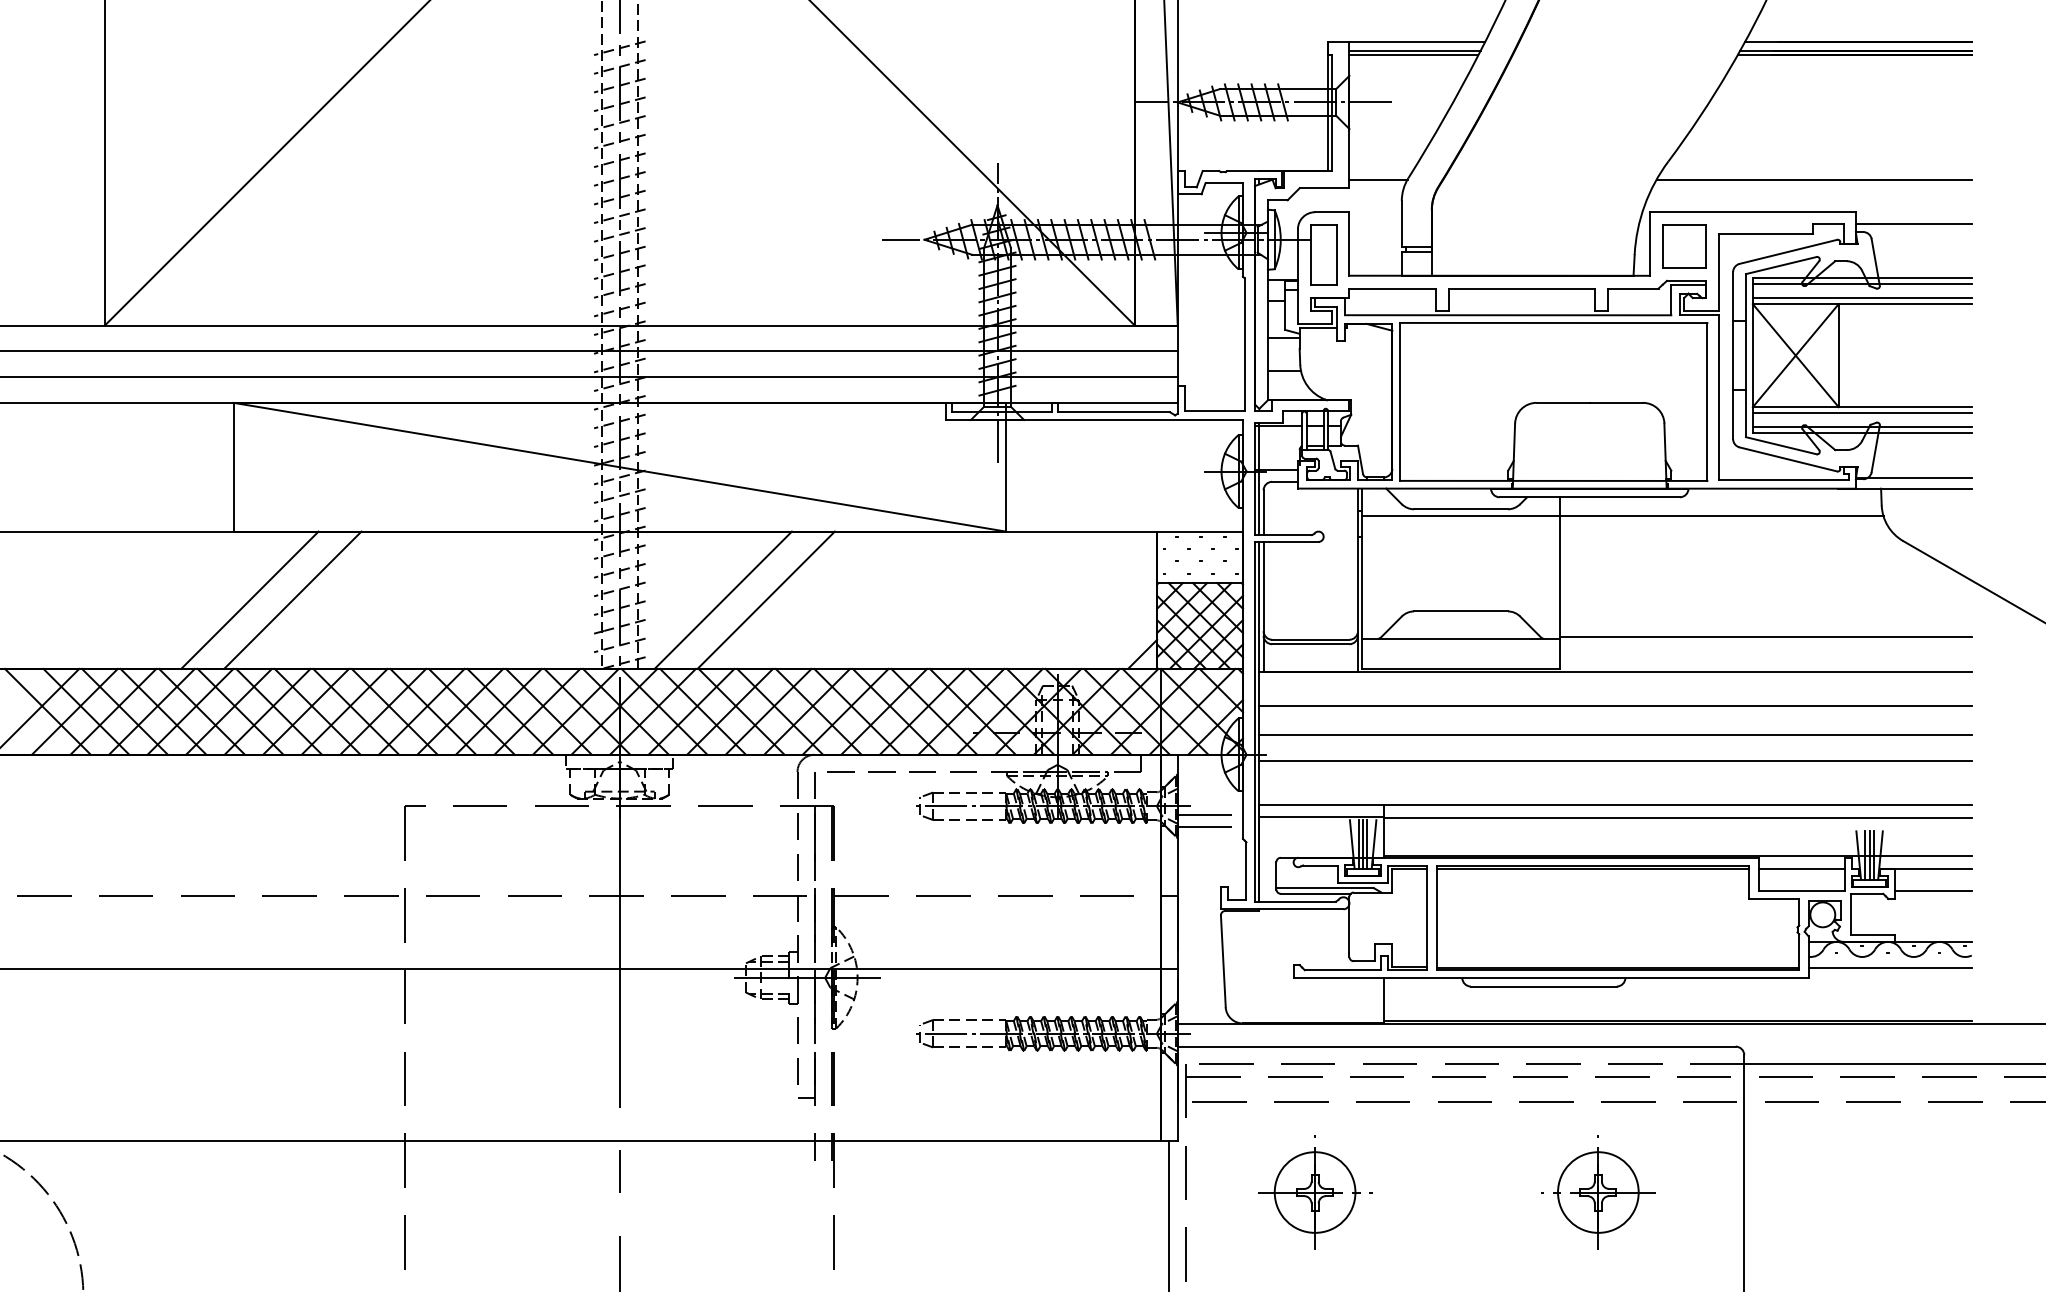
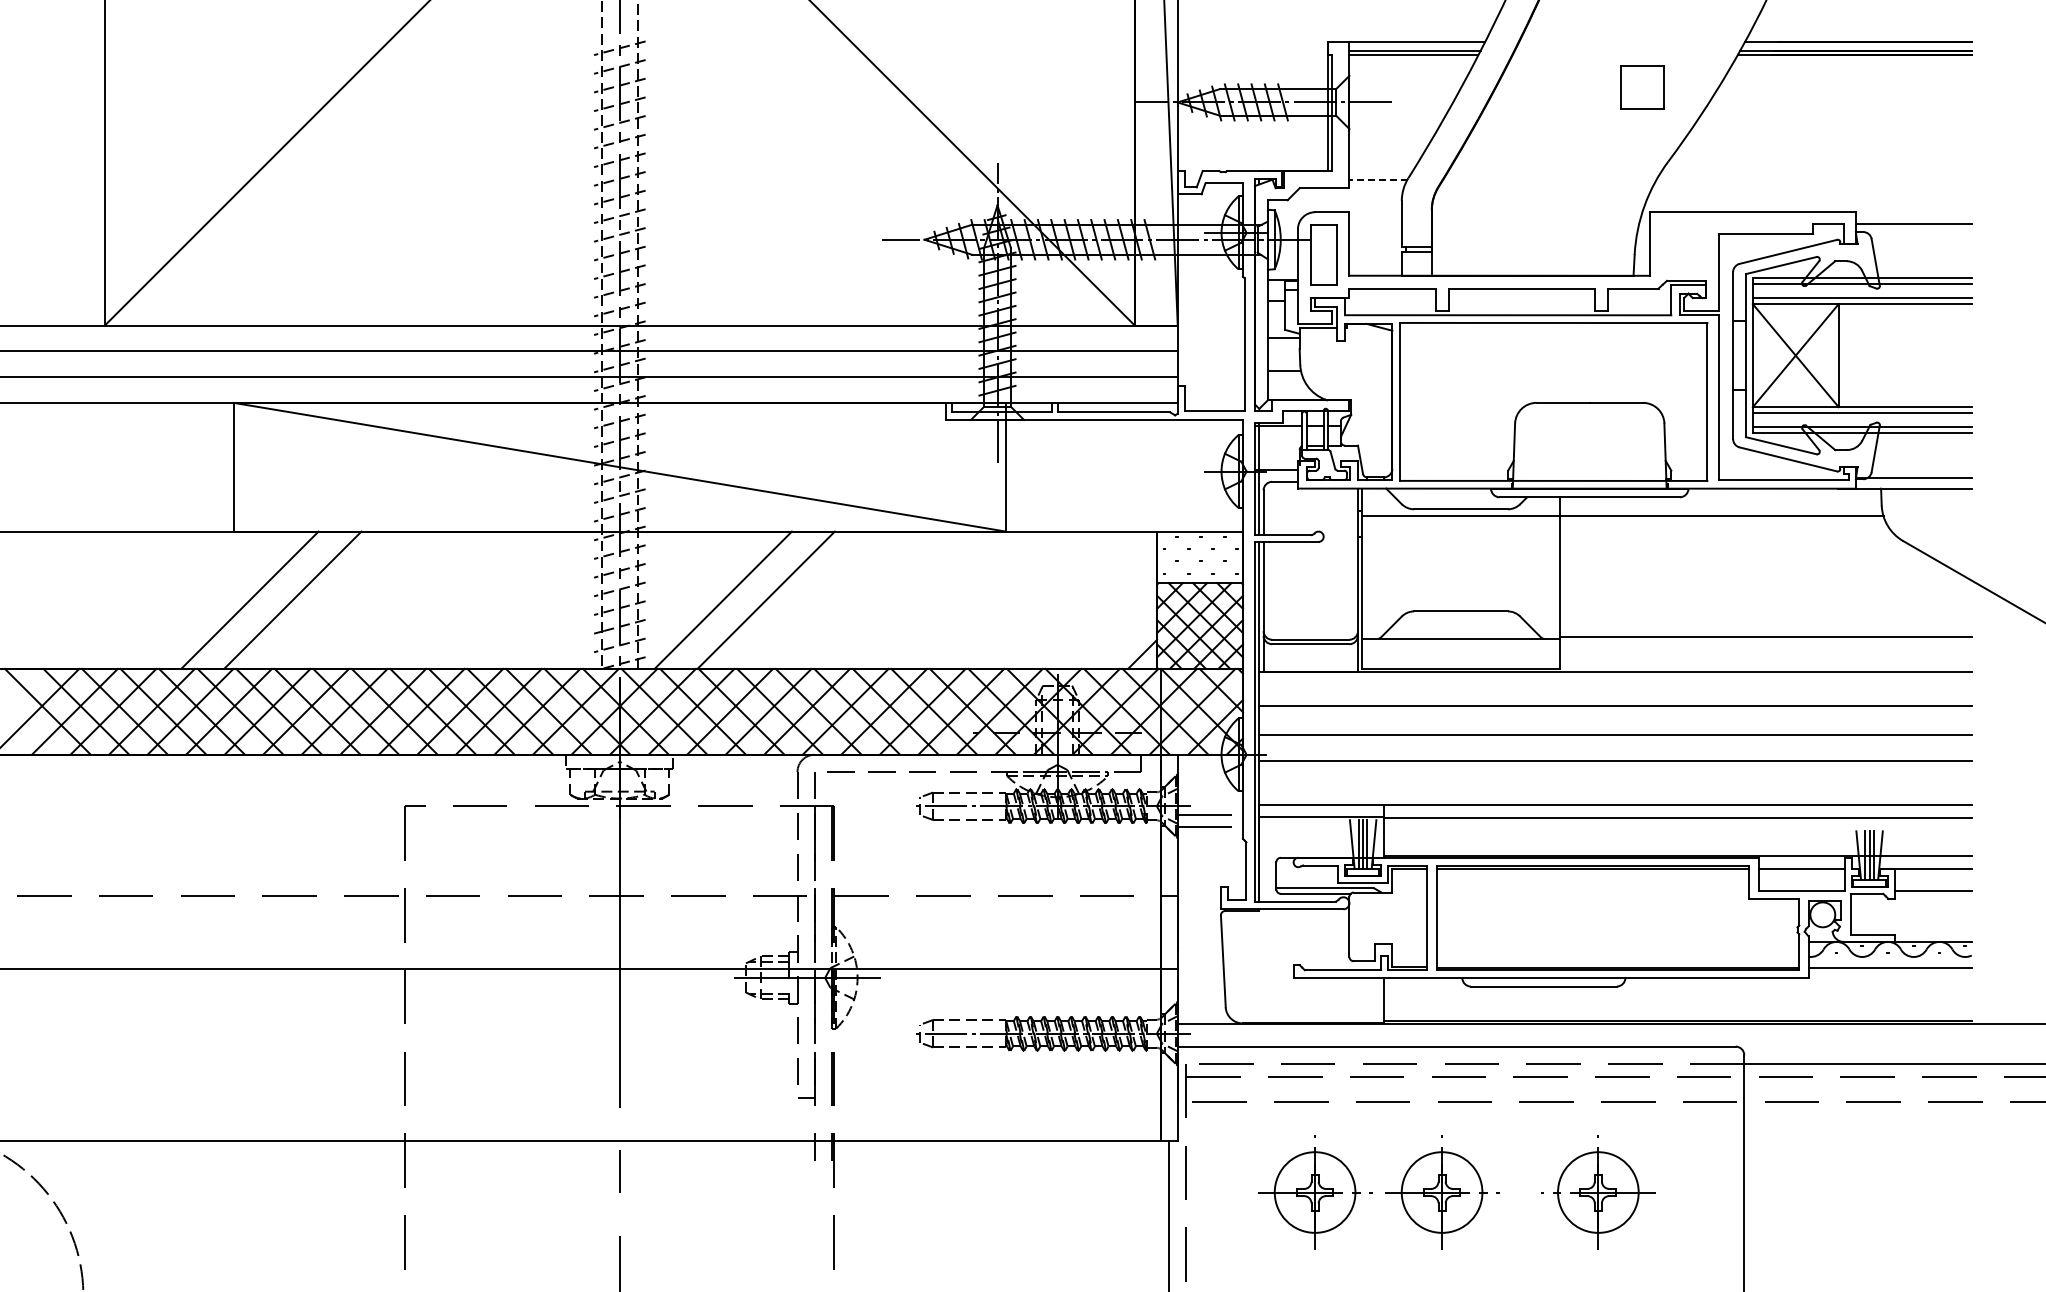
line at (1378, 179): solid -> dashed
line at (1813, 179): present -> none
part at (1684, 246) position: (1684, 246) -> (1642, 87)
part at (1442, 1192): none -> present
